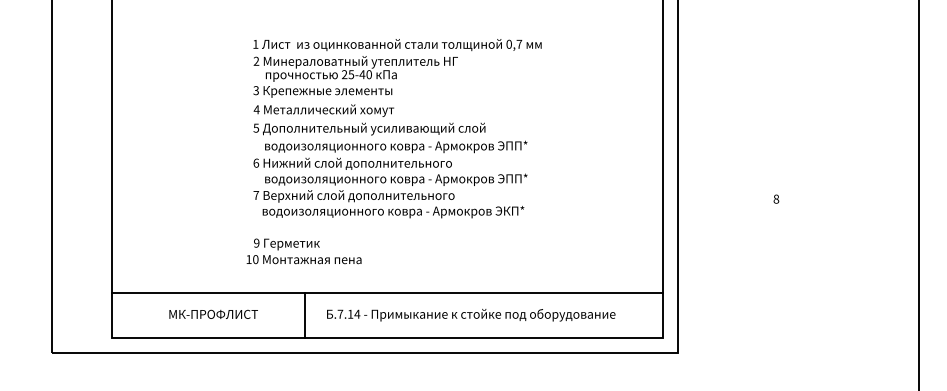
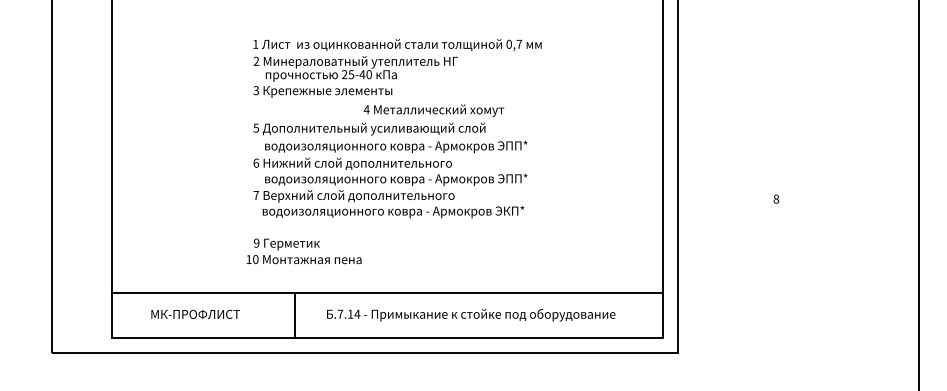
text at (323, 110) position: (323, 110) -> (433, 110)
text at (213, 313) position: (213, 313) -> (195, 313)
line at (305, 315) position: (305, 315) -> (295, 315)
